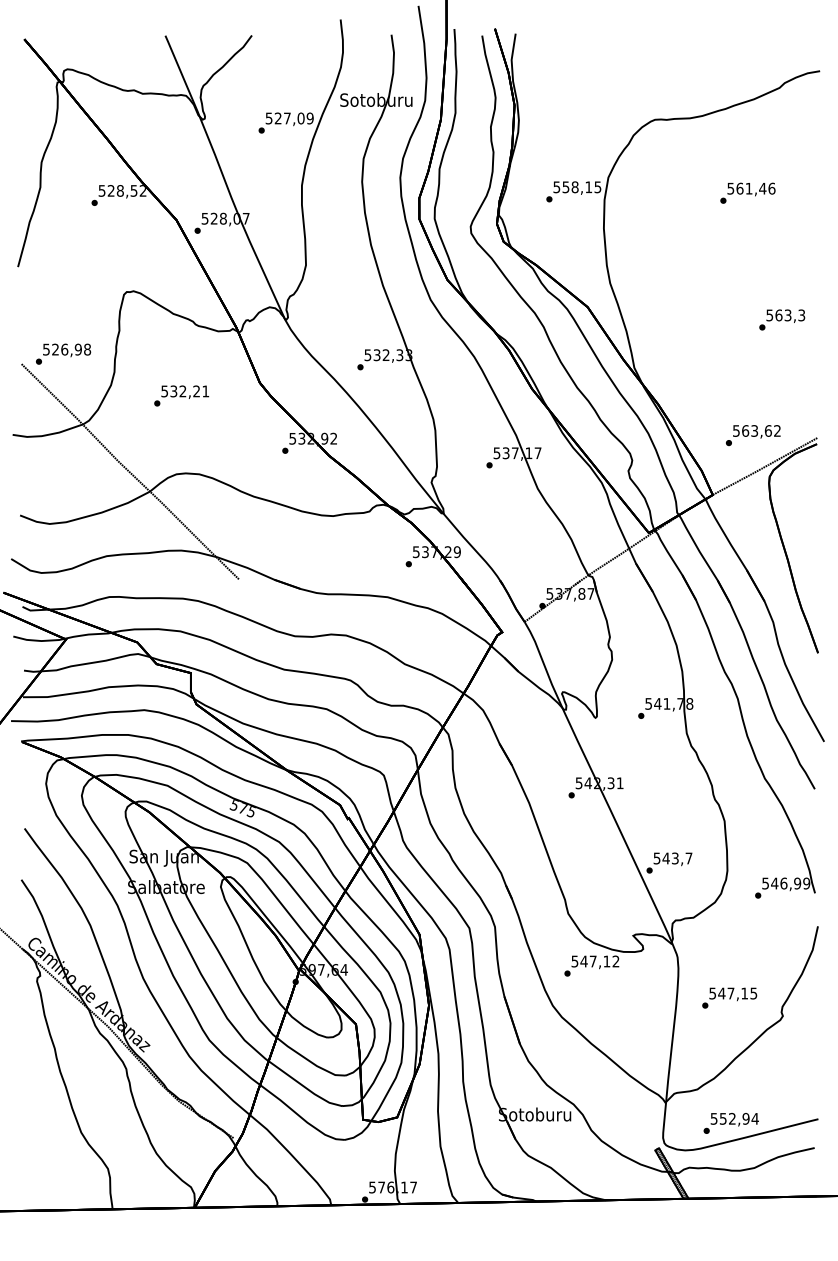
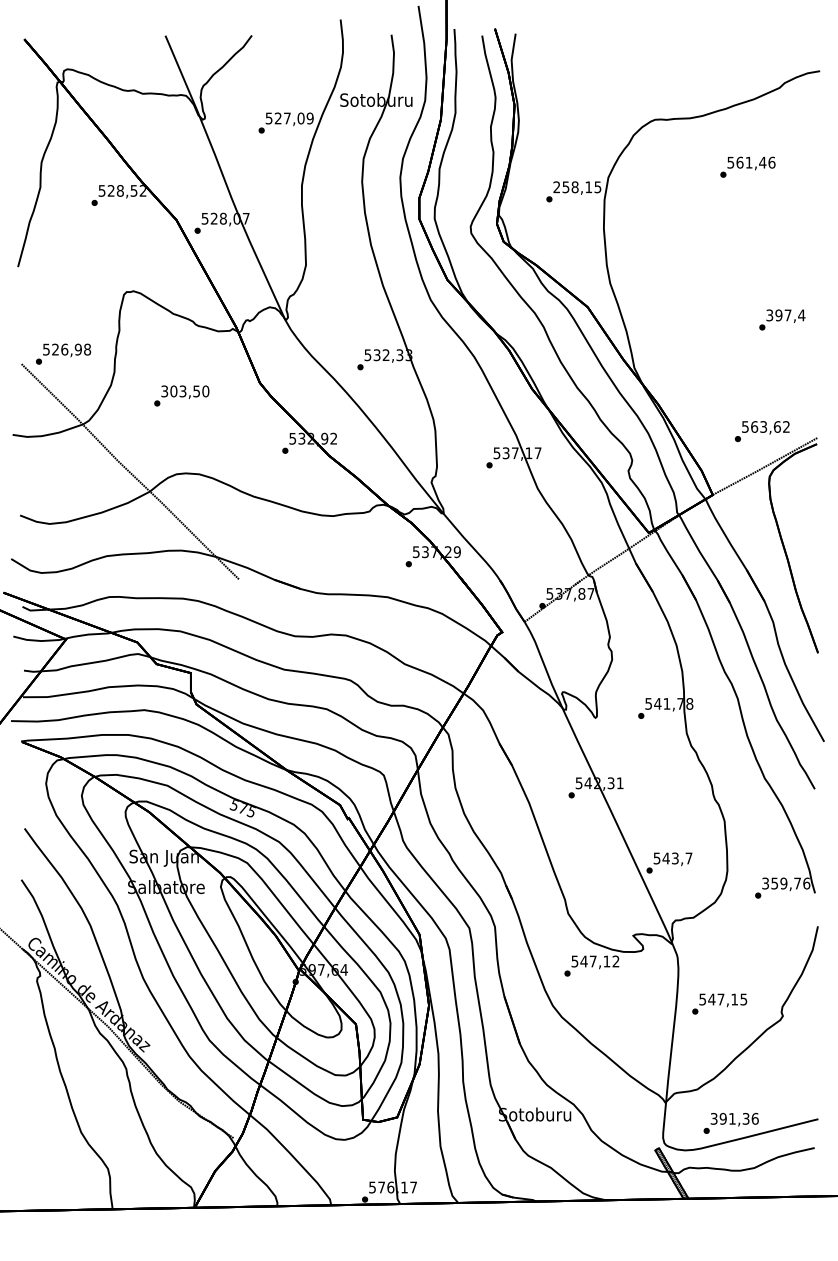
text at (556, 187): 558,15 -> 258,15
text at (747, 192) position: (747, 192) -> (747, 166)
text at (785, 315): 563,3 -> 397,4
text at (185, 391): 532,21 -> 303,50
text at (753, 435) position: (753, 435) -> (762, 431)
text at (786, 883): 546,99 -> 359,76
text at (729, 997) position: (729, 997) -> (719, 1003)
text at (734, 1118): 552,94 -> 391,36
